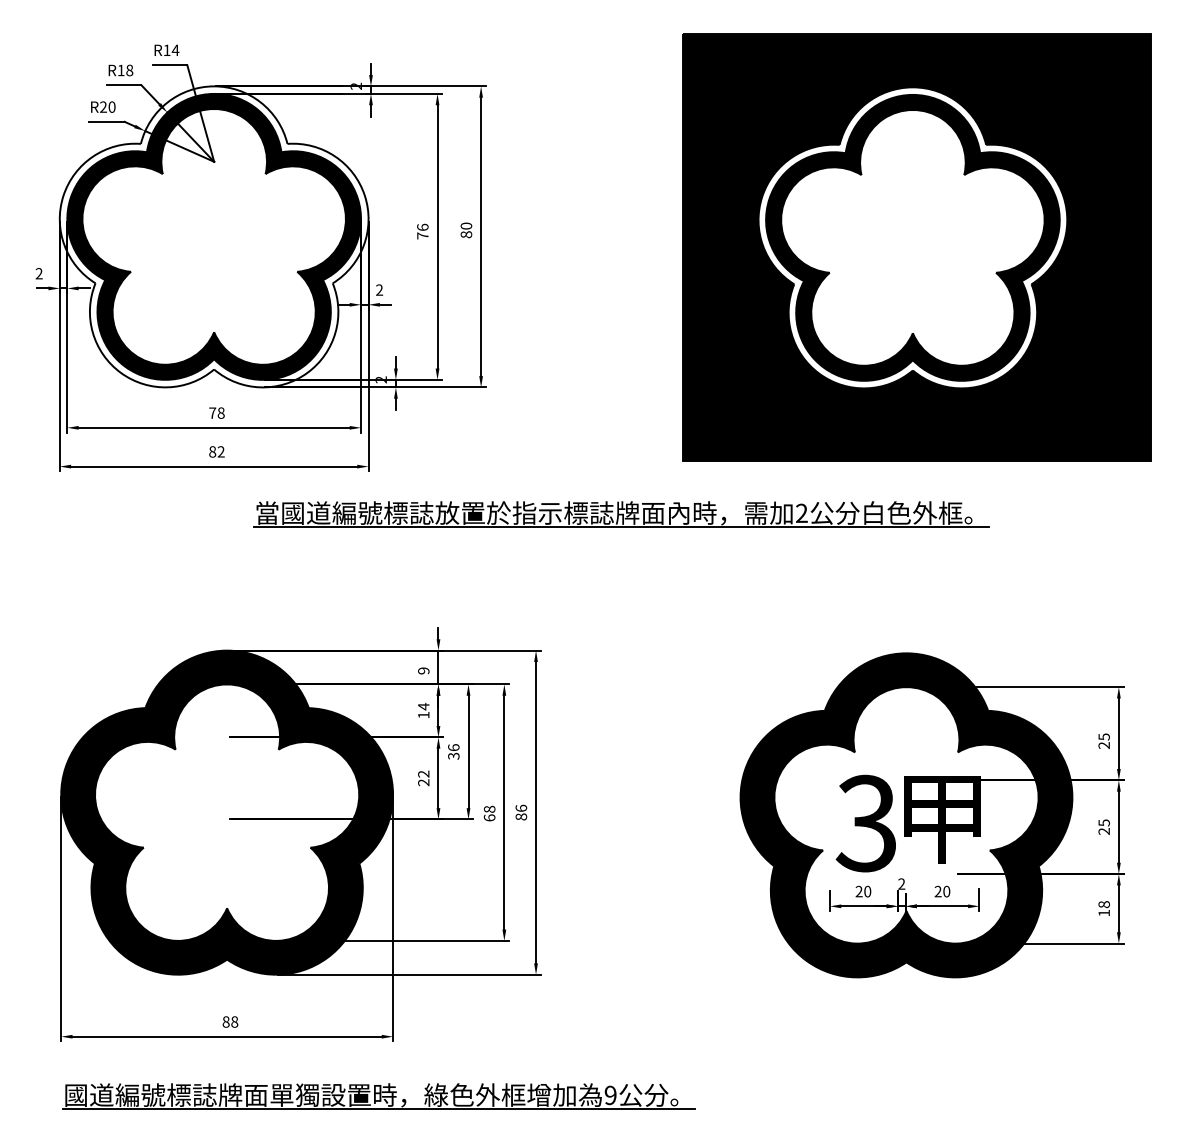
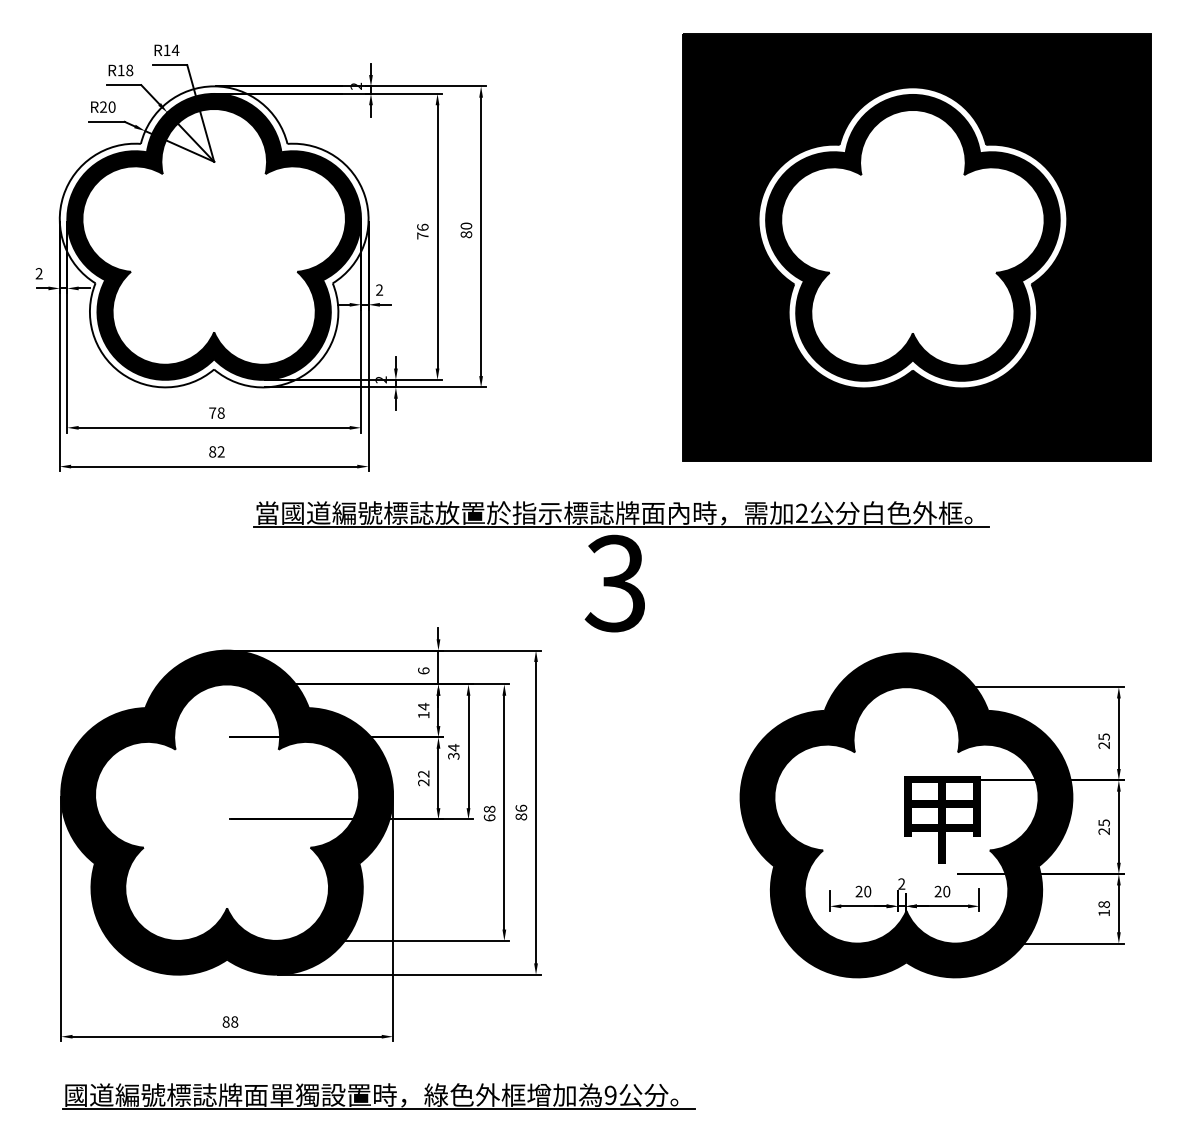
text at (423, 670): 9 -> 6
text at (453, 747): 36 -> 34
text at (865, 823) position: (865, 823) -> (614, 583)
